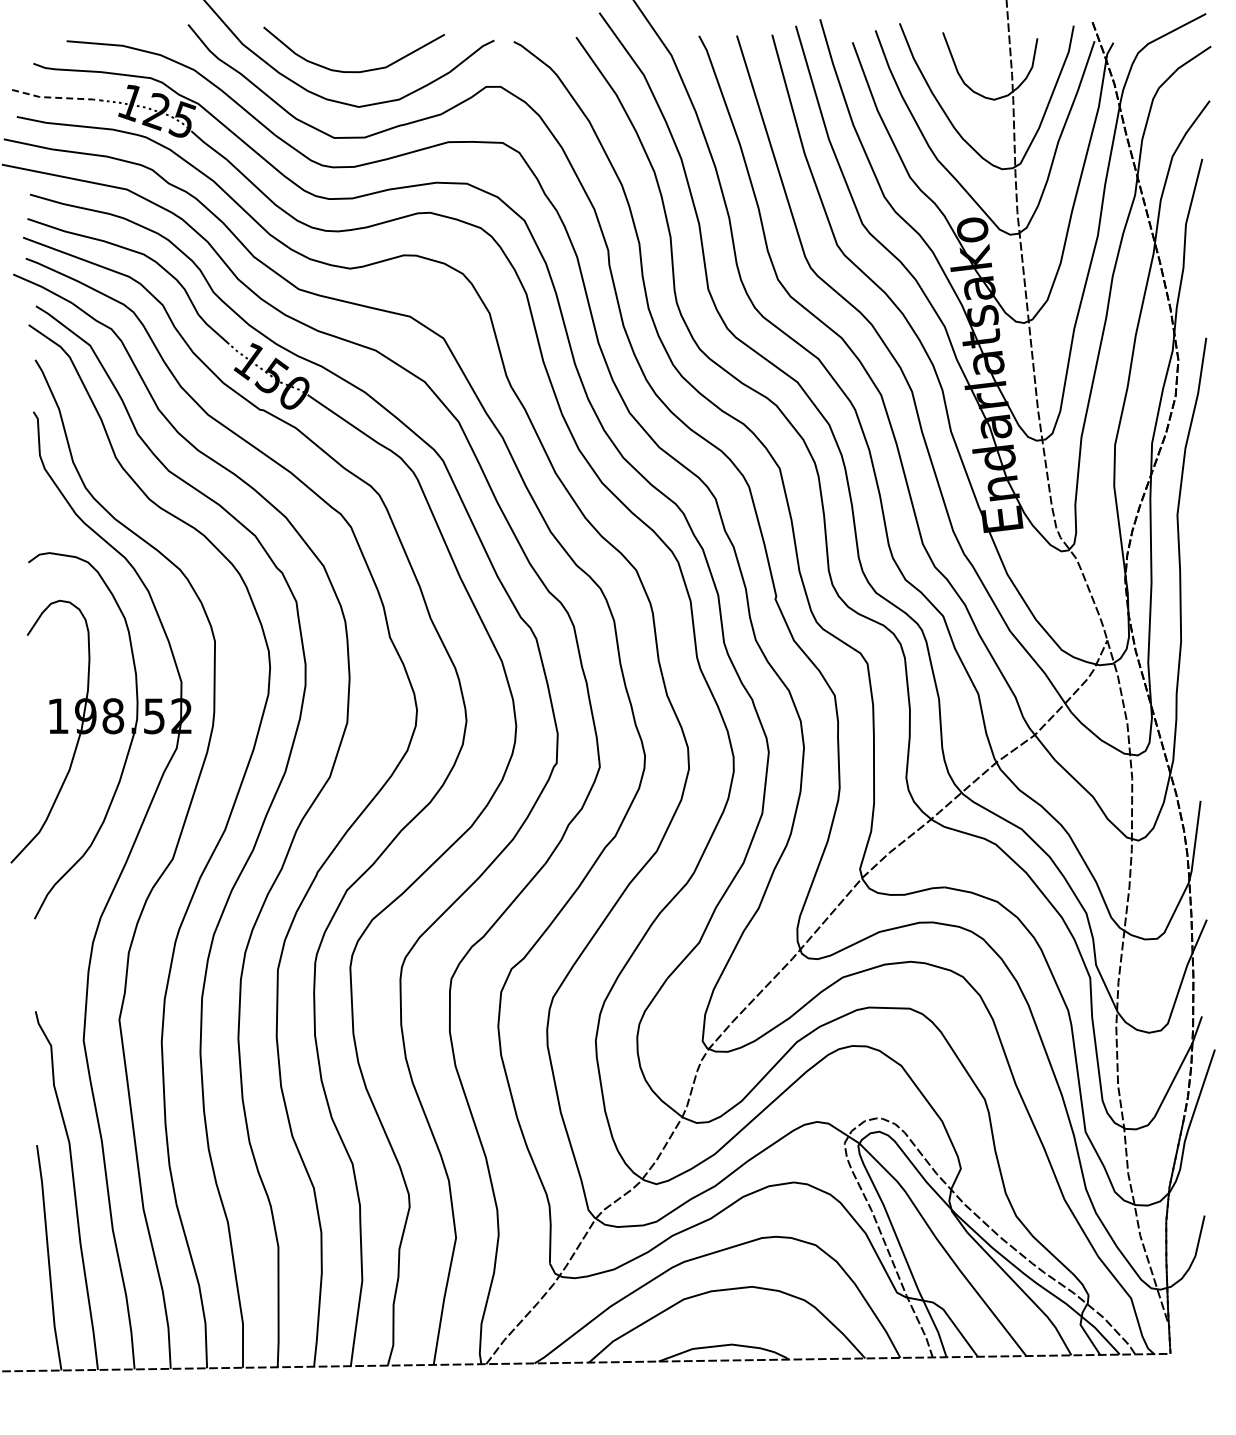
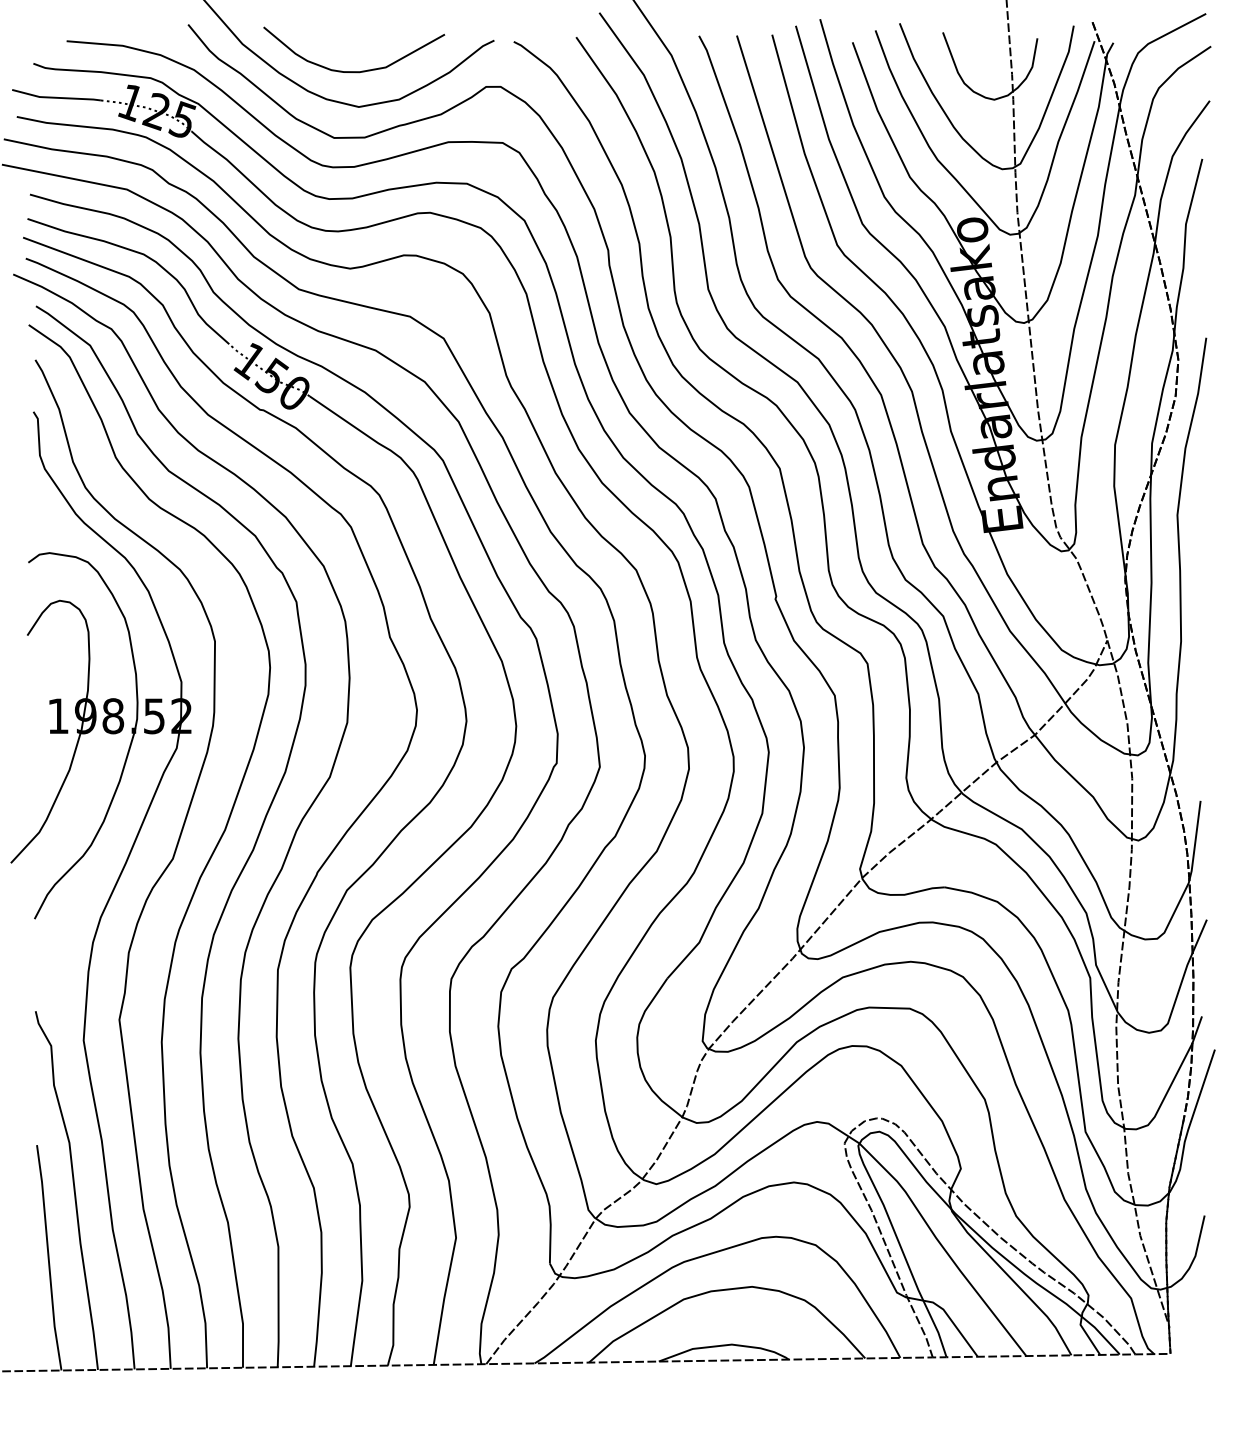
line at (56, 97): dashed -> solid
